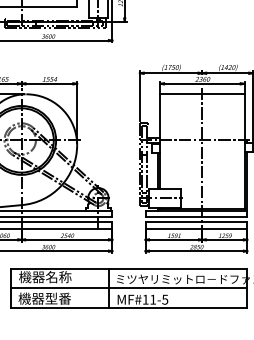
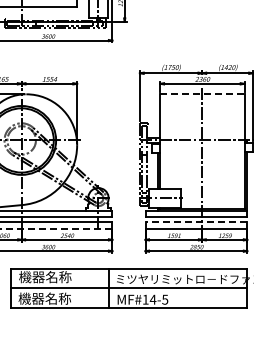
line at (202, 94): solid -> dashed
line at (196, 222): solid -> dashed
line at (56, 228): solid -> dashed
text at (57, 298): 機器型番 -> 機器名称
text at (152, 299): MF#11-5 -> MF#14-5
